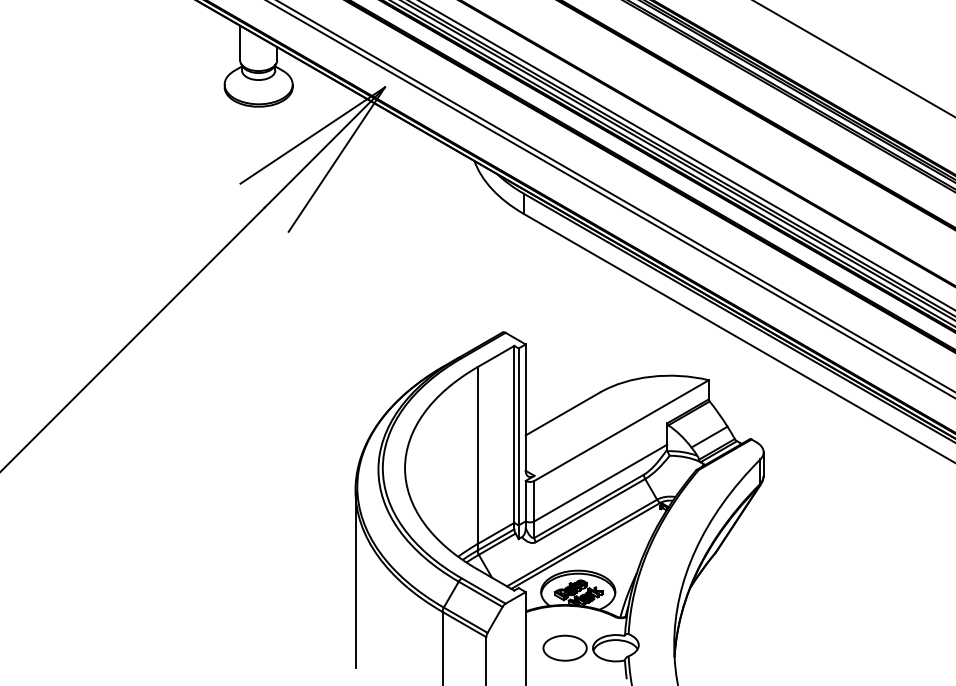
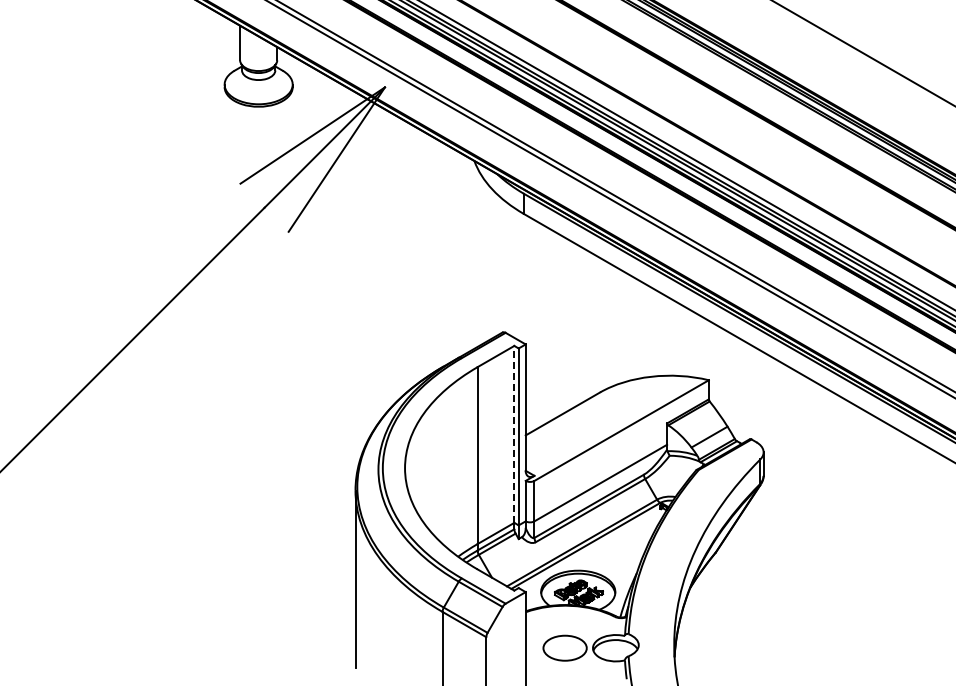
line at (854, 58) position: (854, 58) -> (863, 53)
line at (514, 433): solid -> dashed
